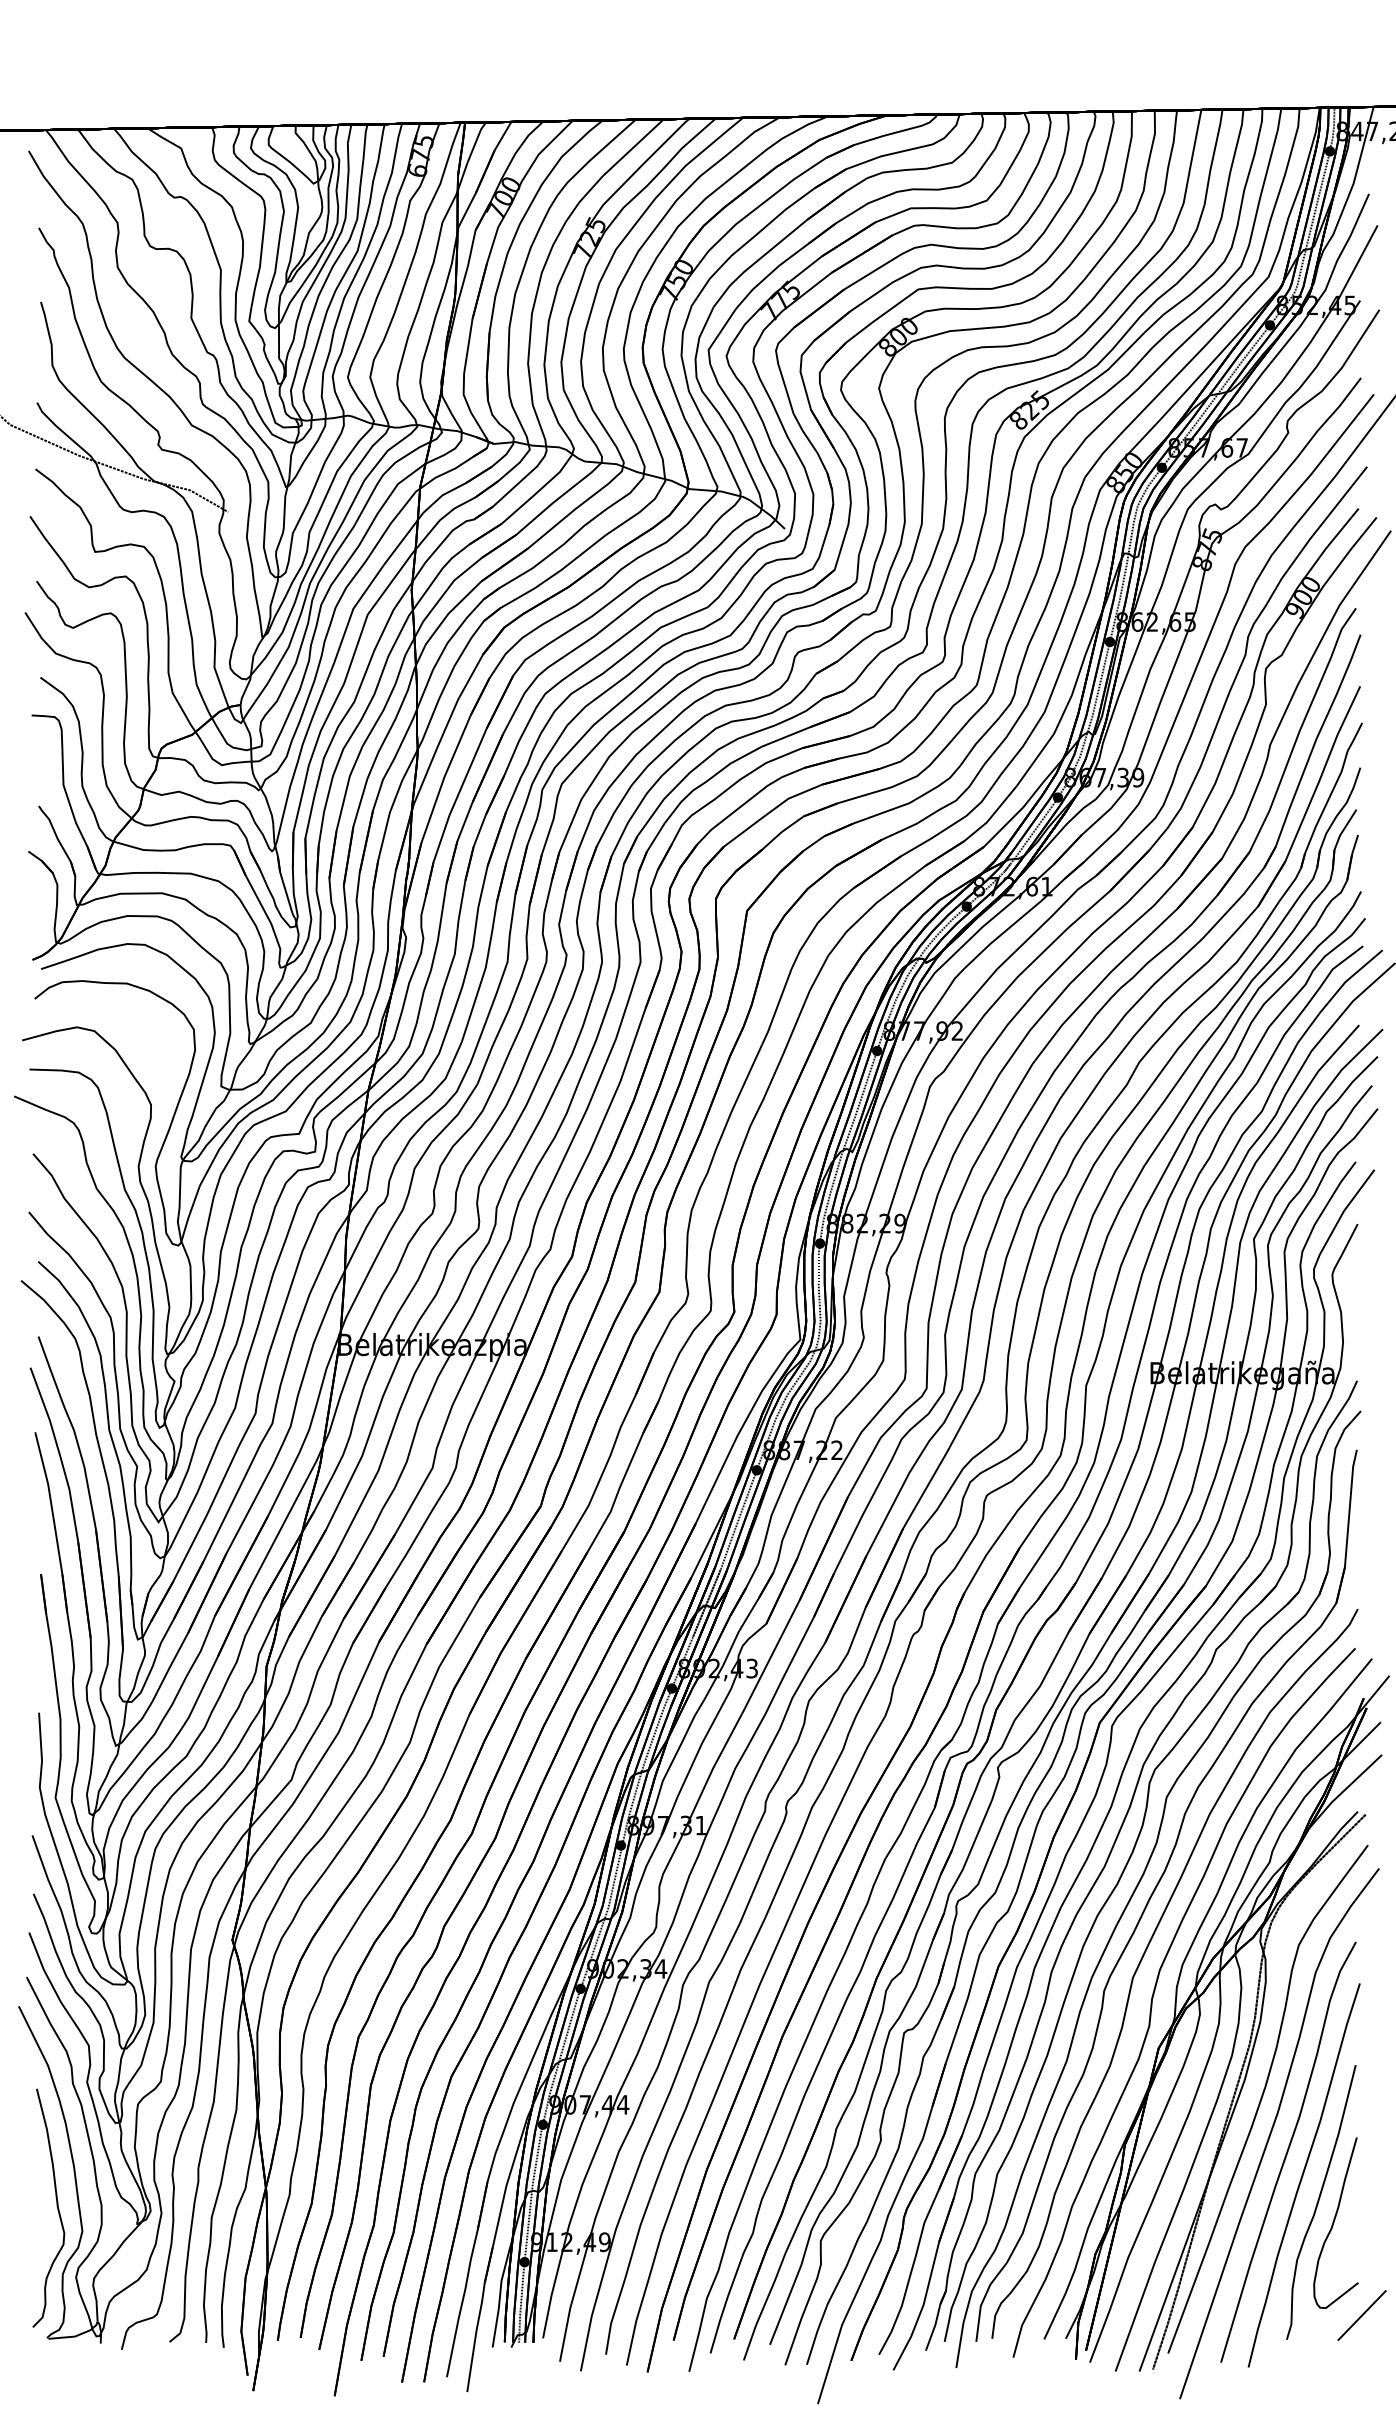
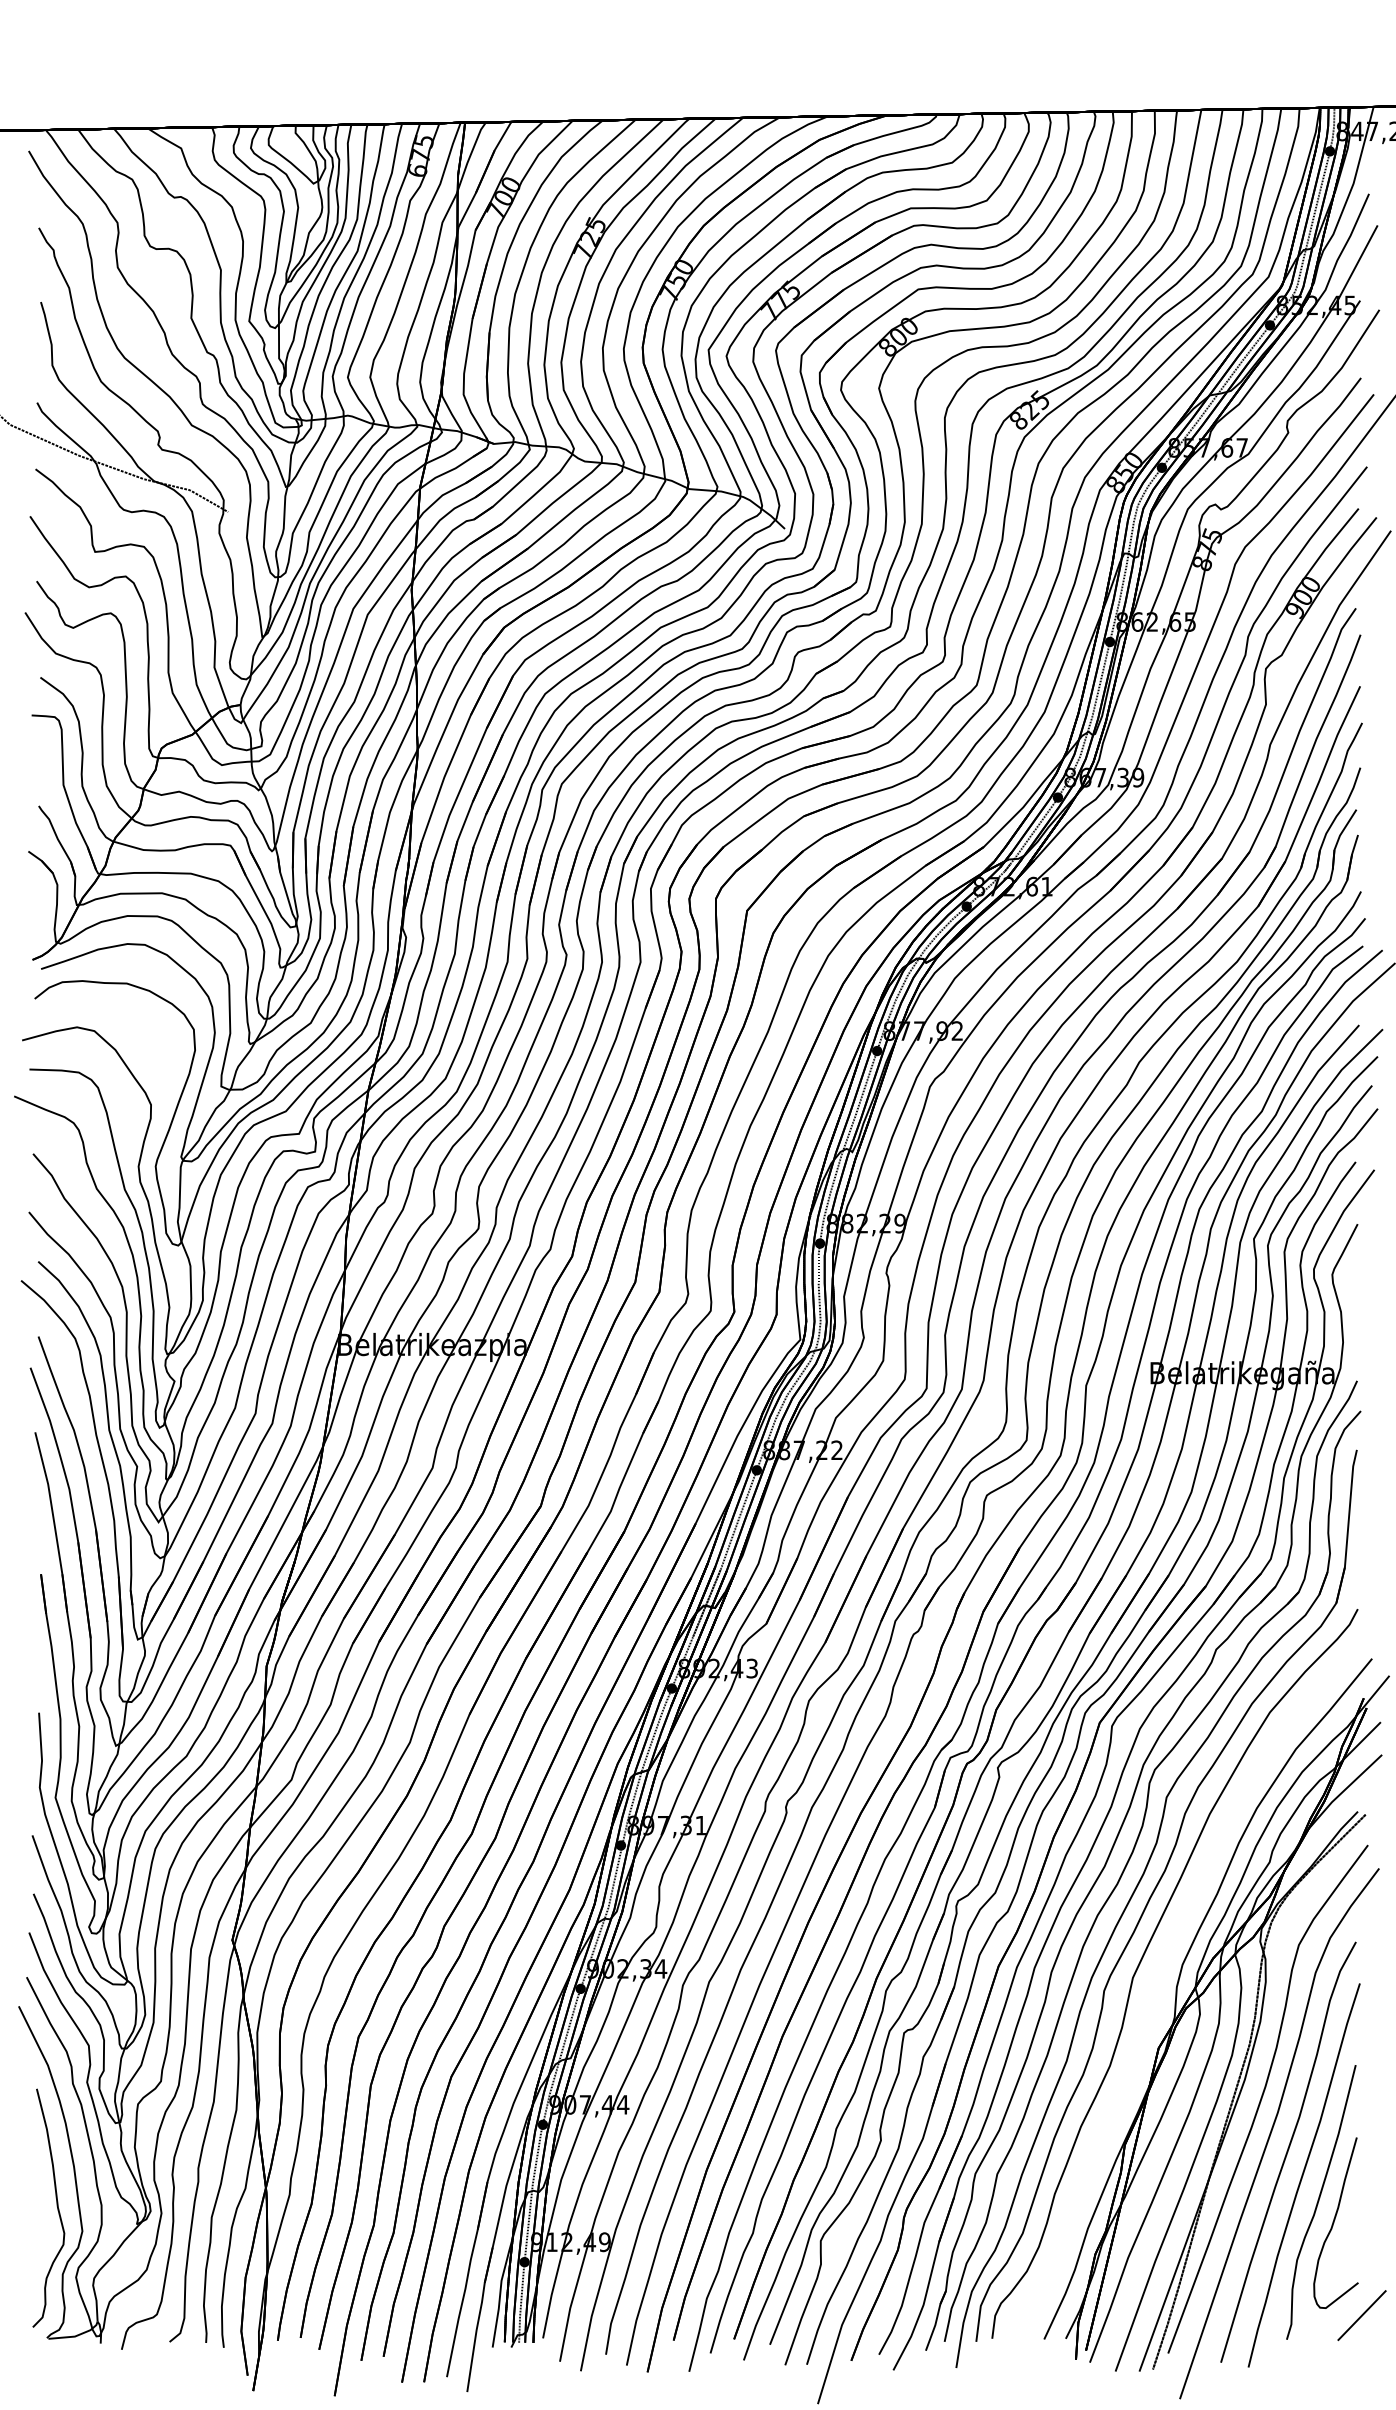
curve at (1154, 1994): present -> none
